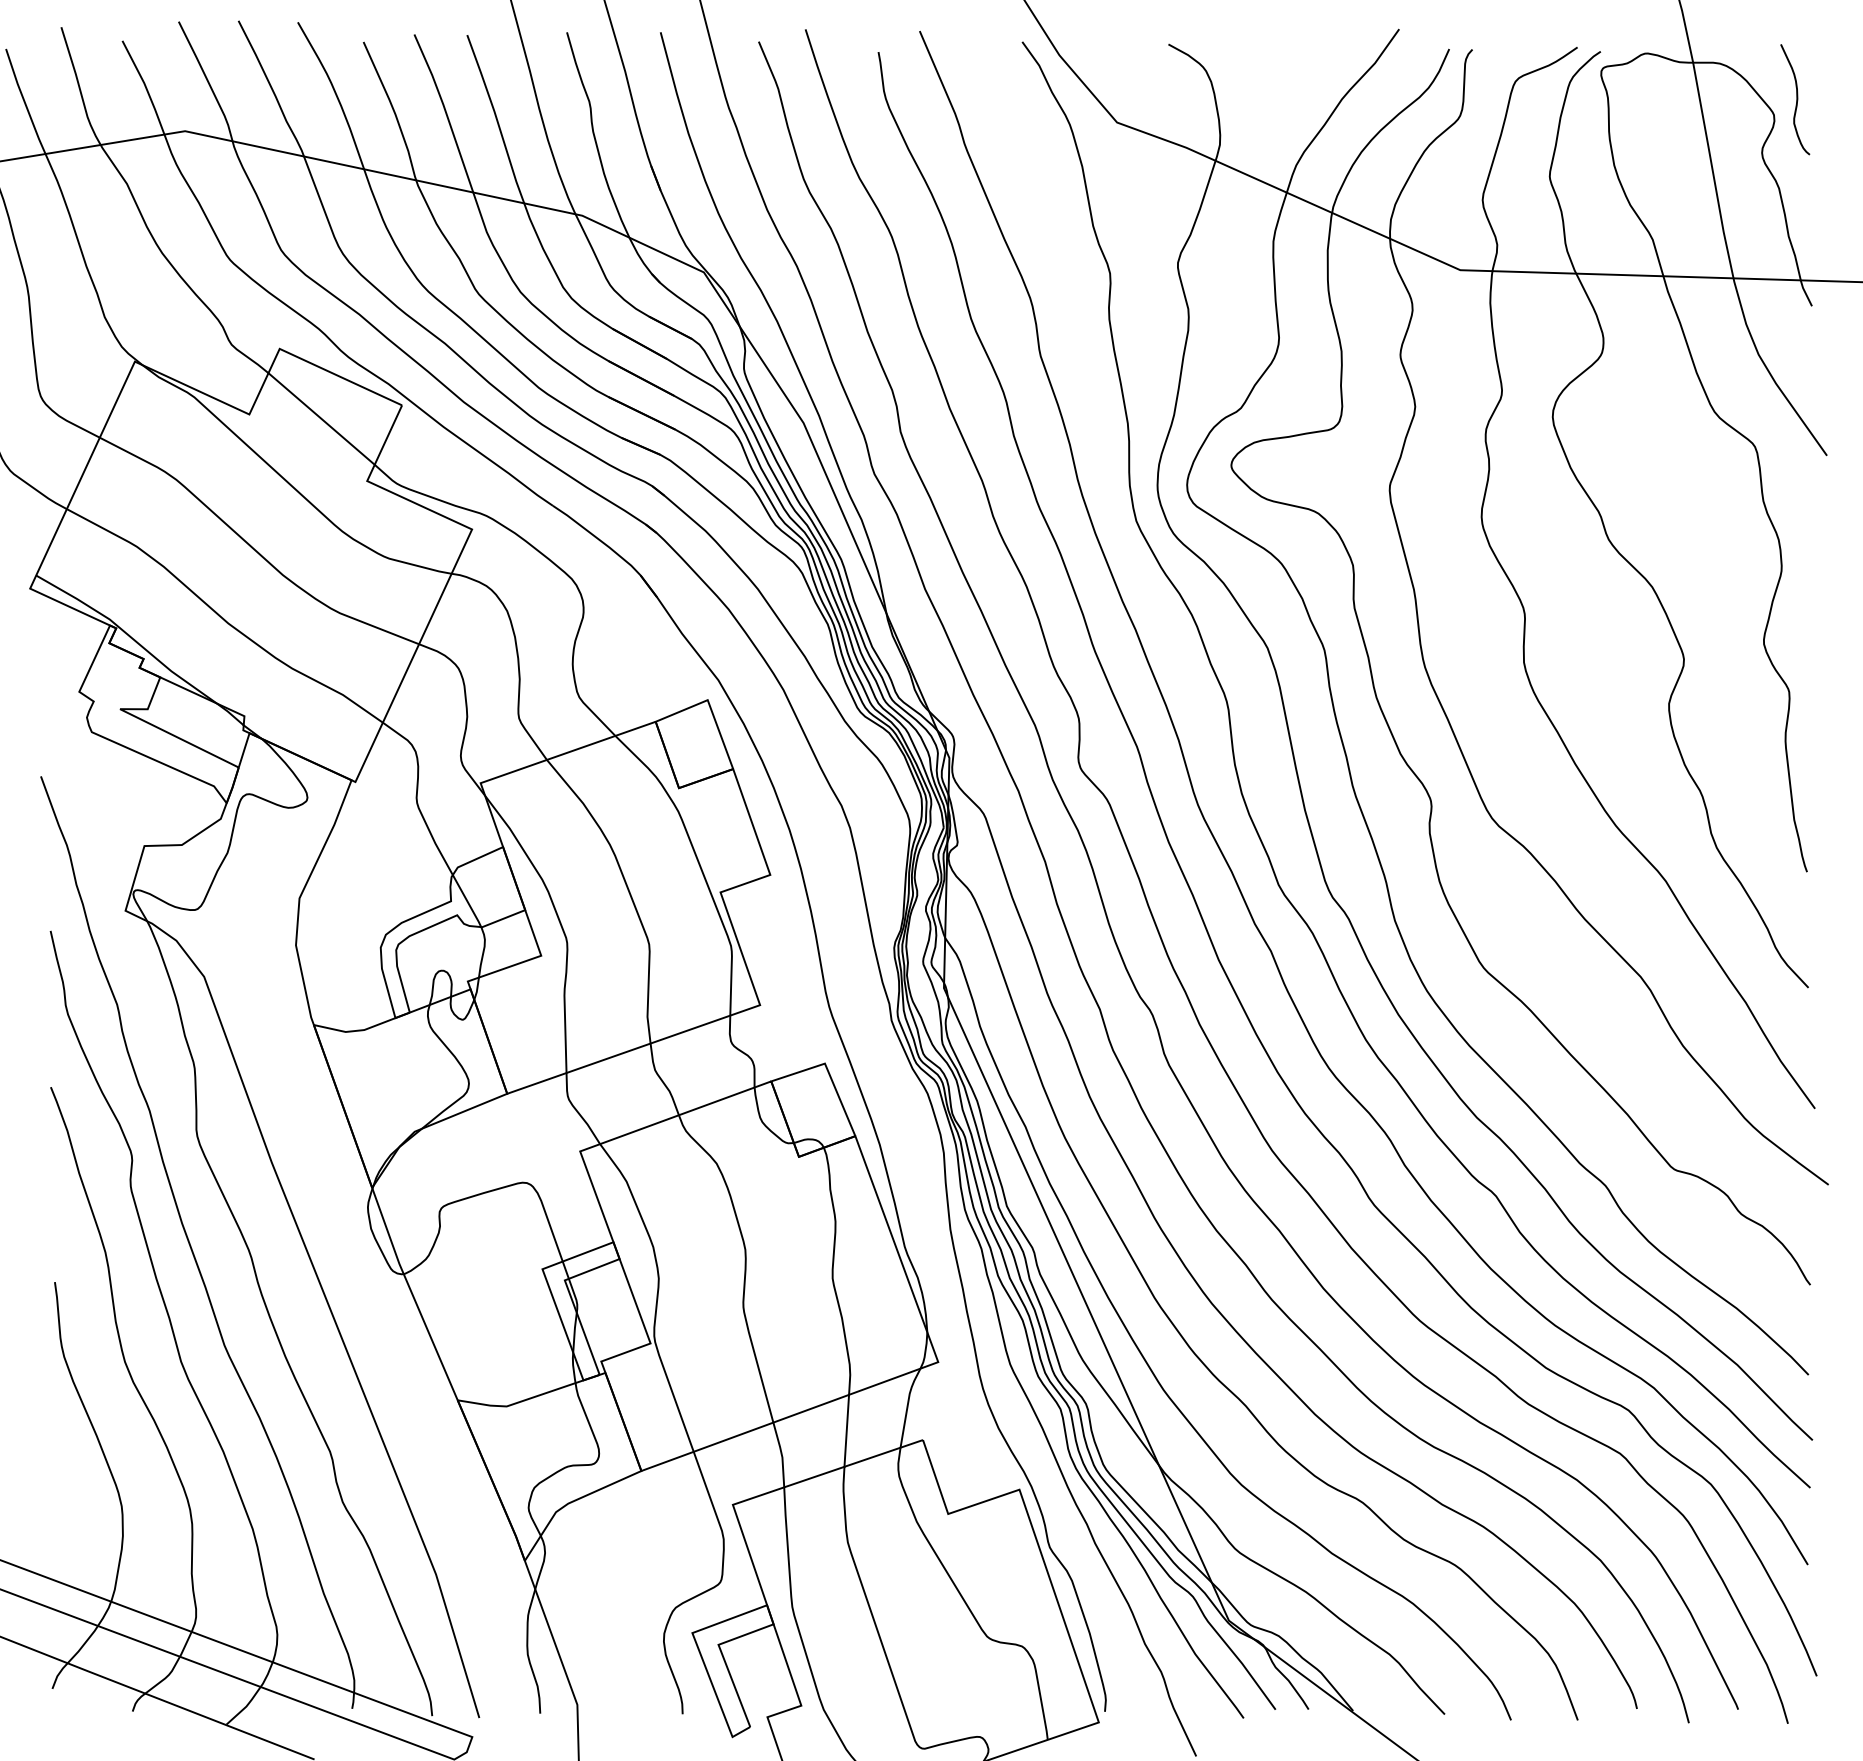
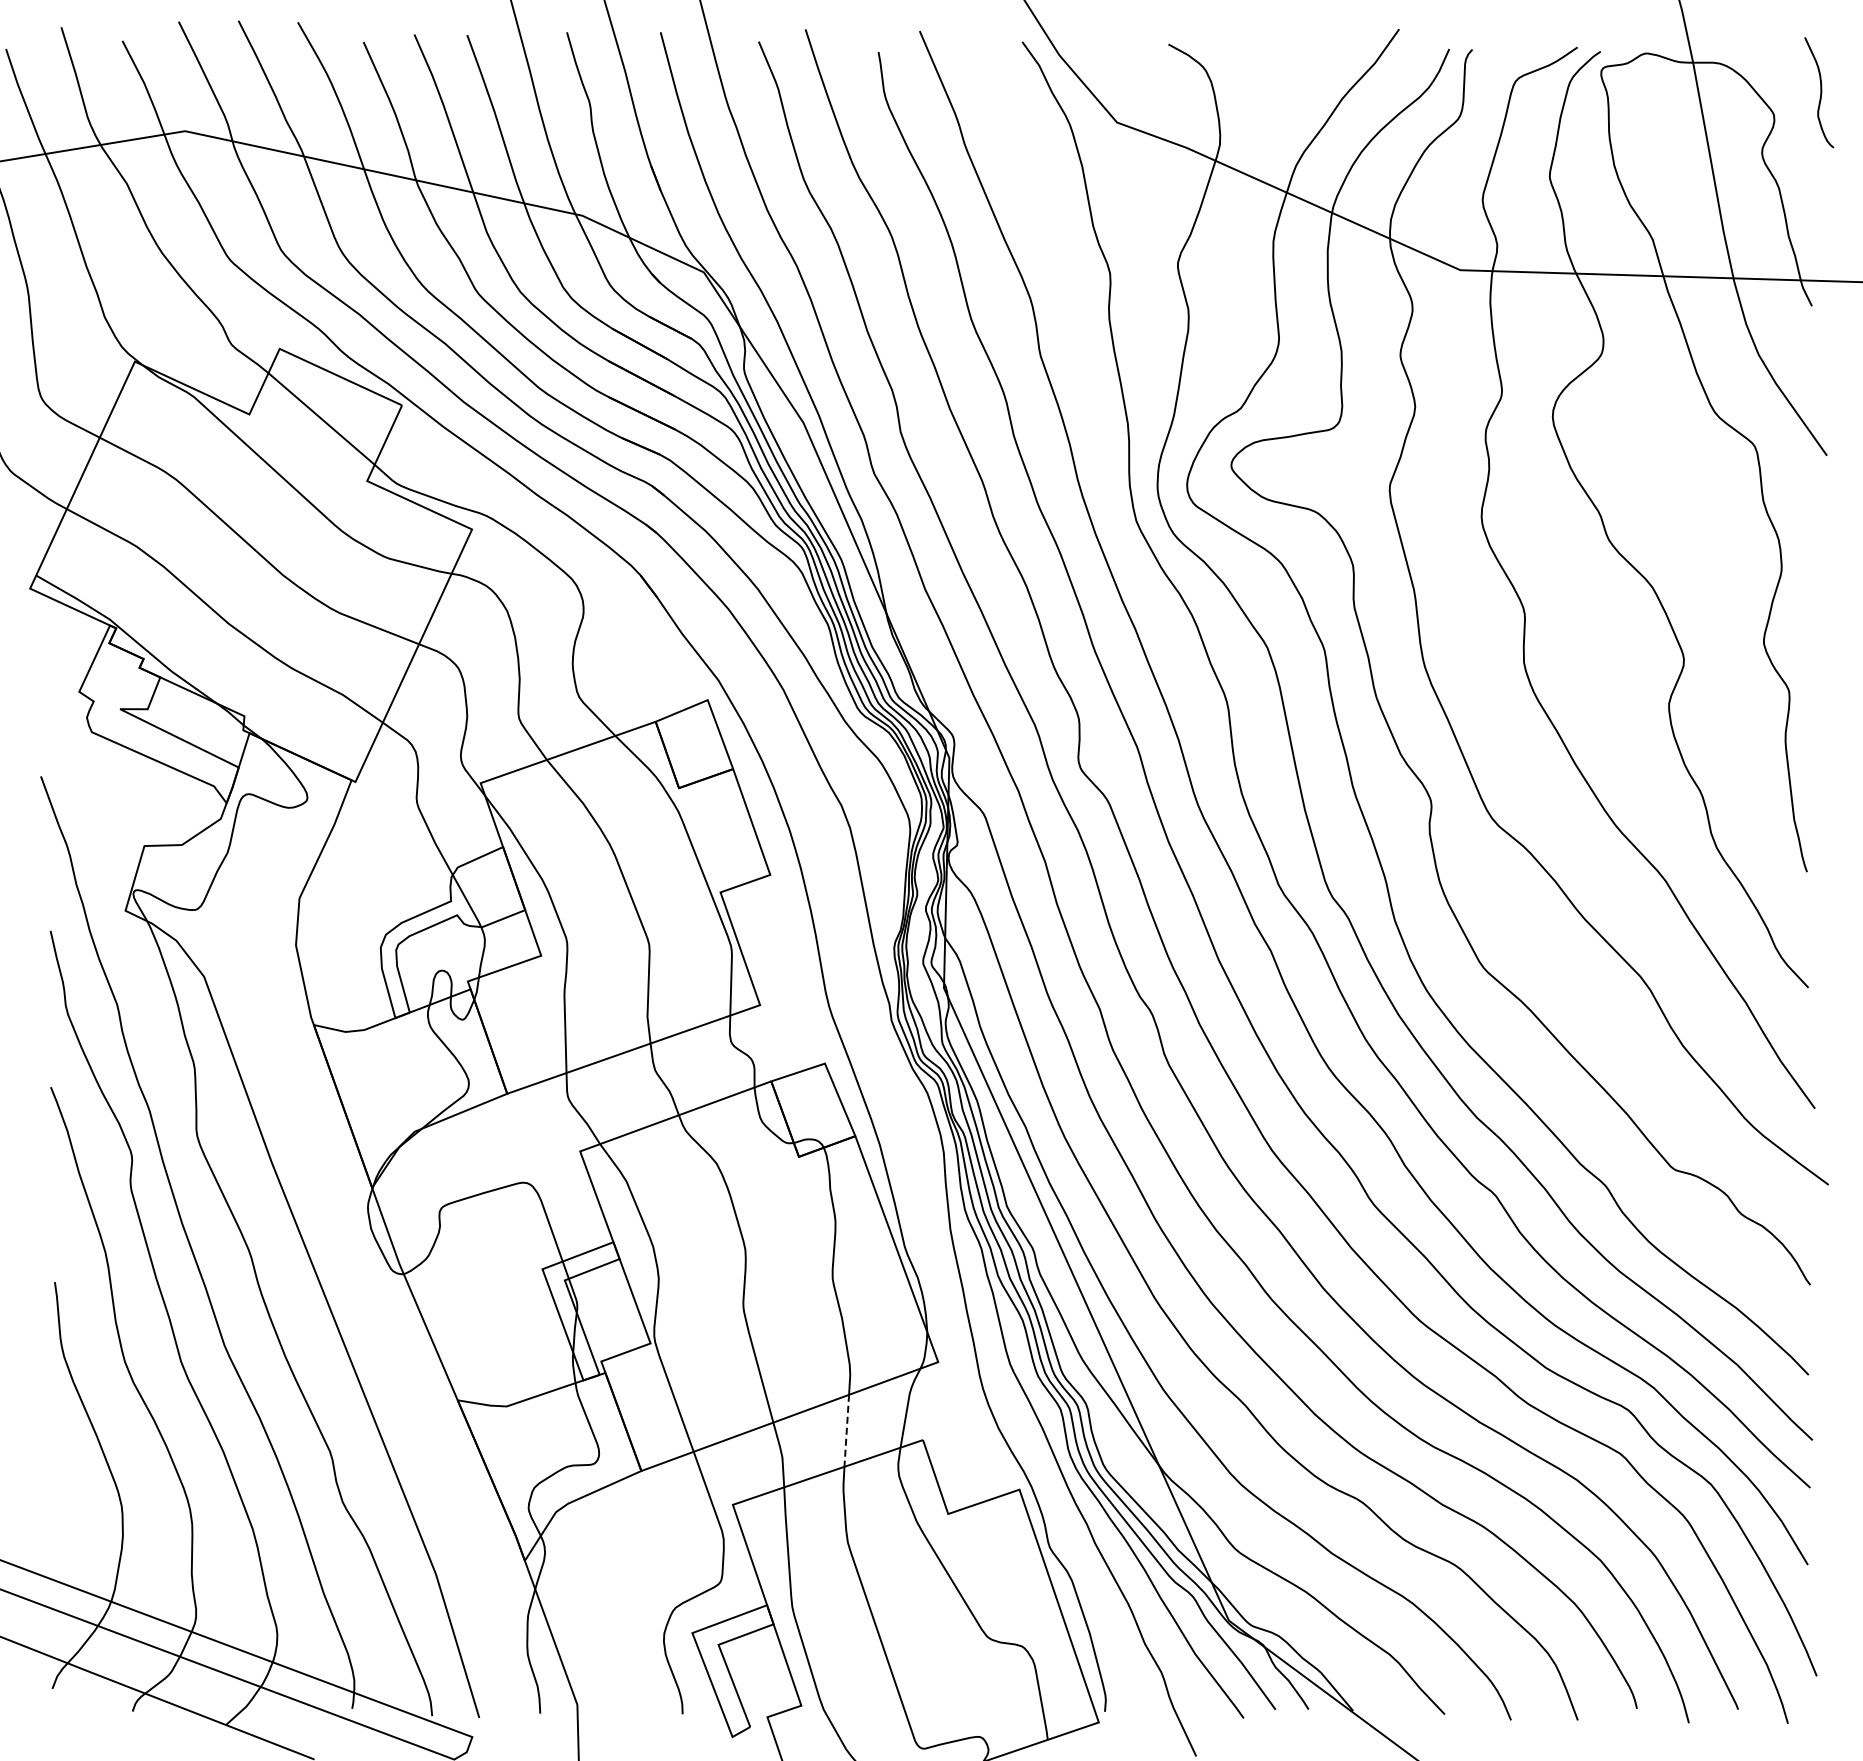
curve at (1796, 99) position: (1796, 99) -> (1820, 92)
line at (846, 1431): solid -> dashed
